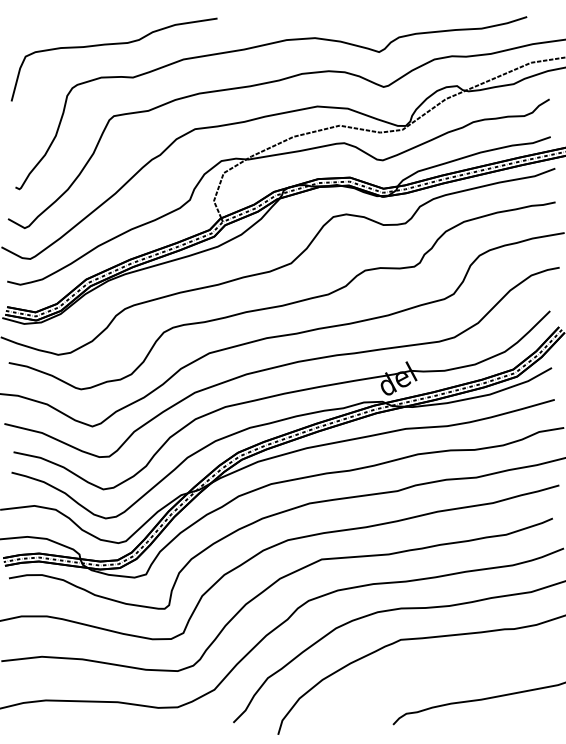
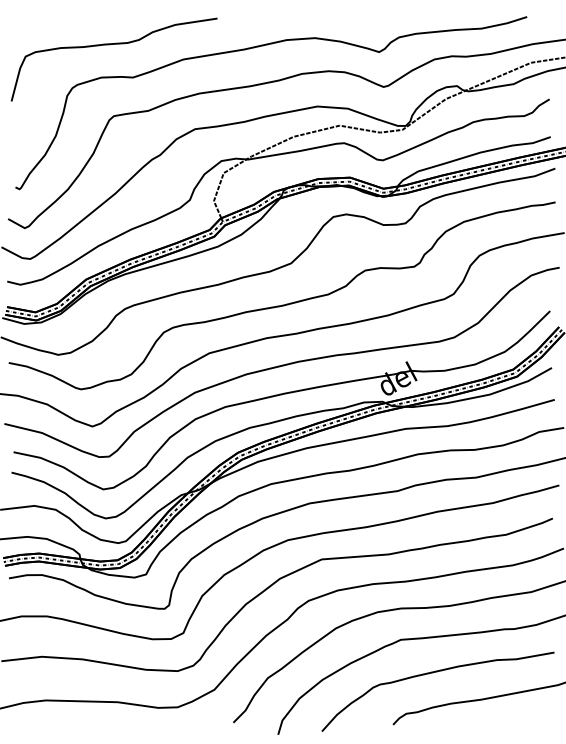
curve at (433, 673): none -> present
